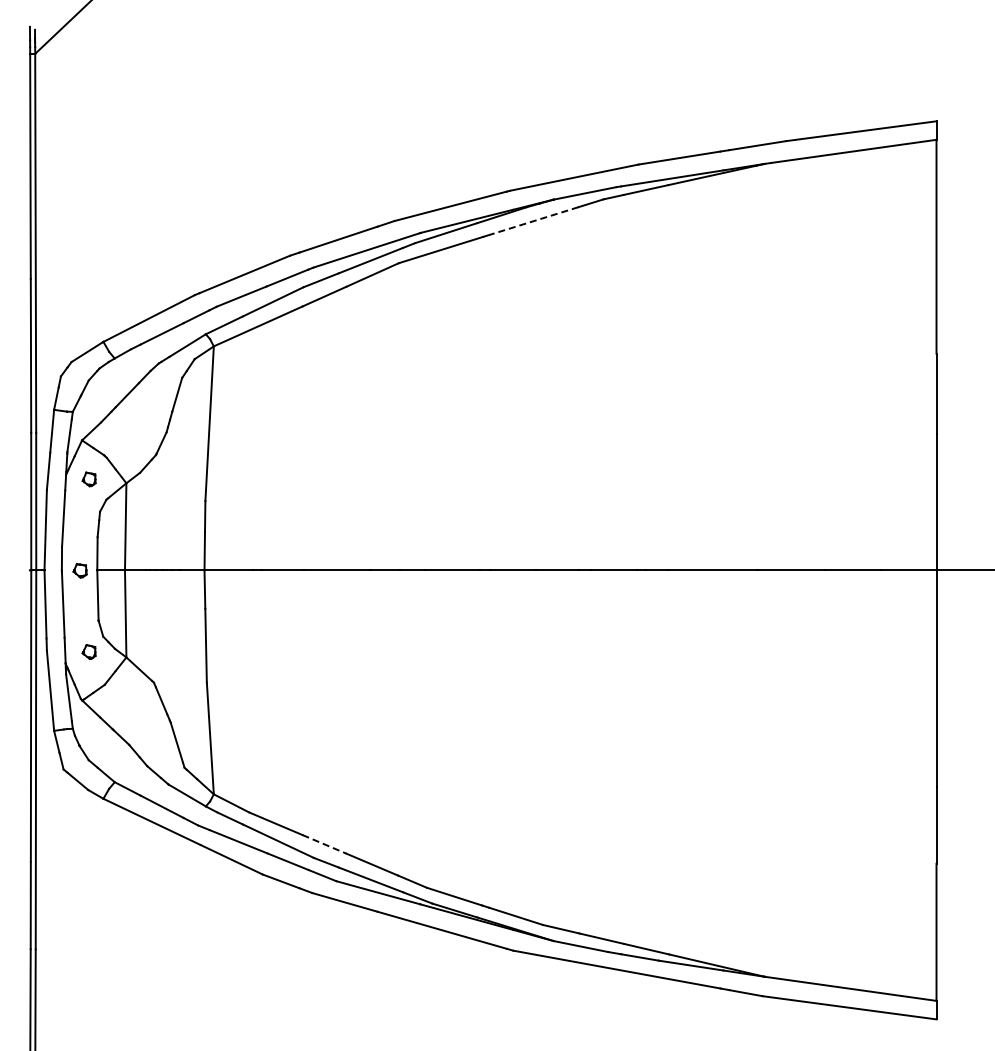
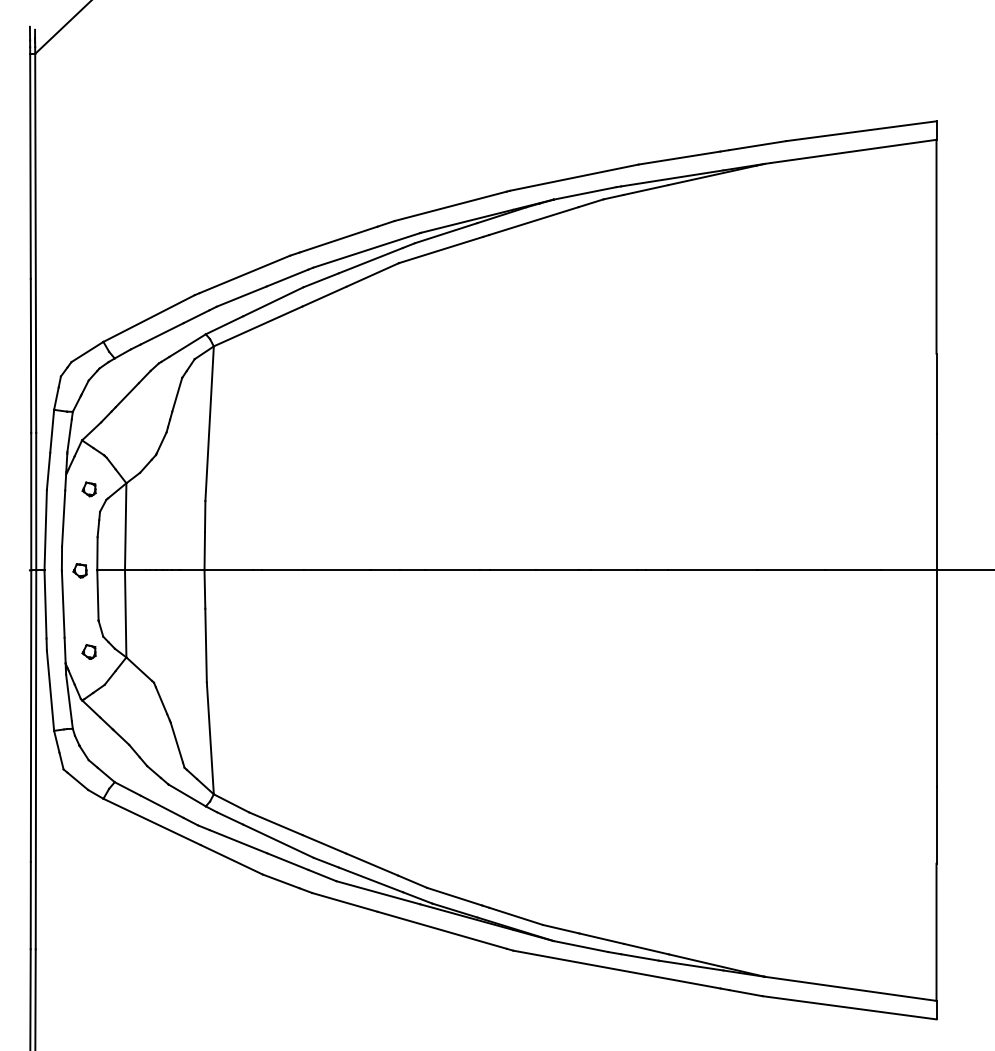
line at (533, 221): dashed -> solid
part at (88, 479) position: (88, 479) -> (88, 489)
line at (324, 844): dashed -> solid
